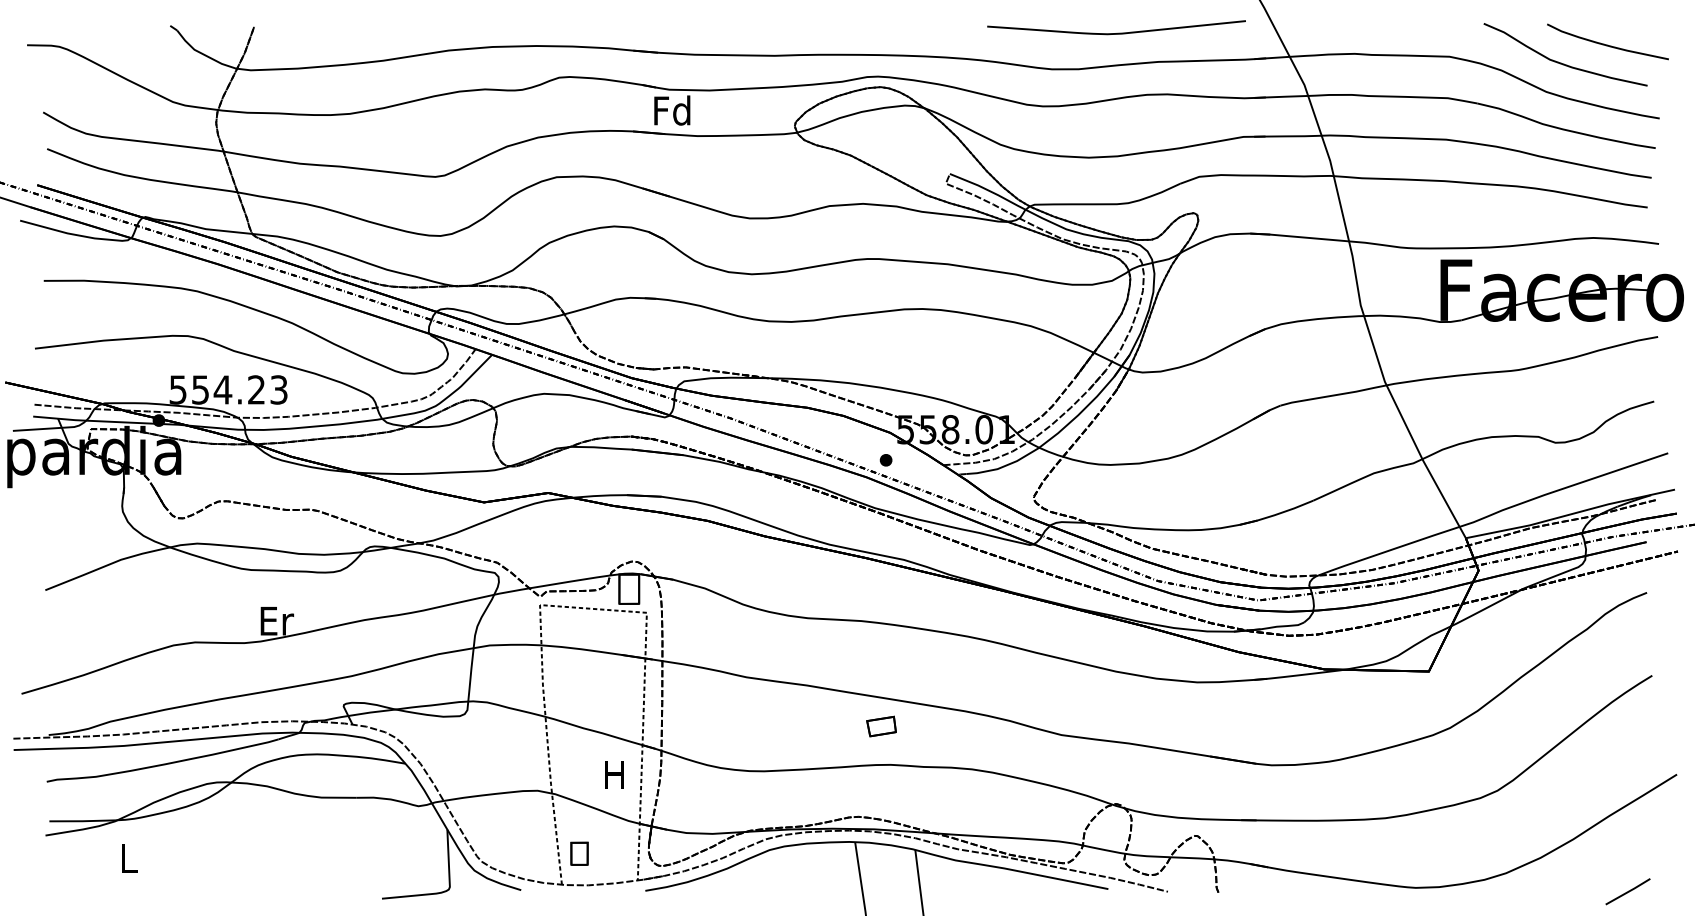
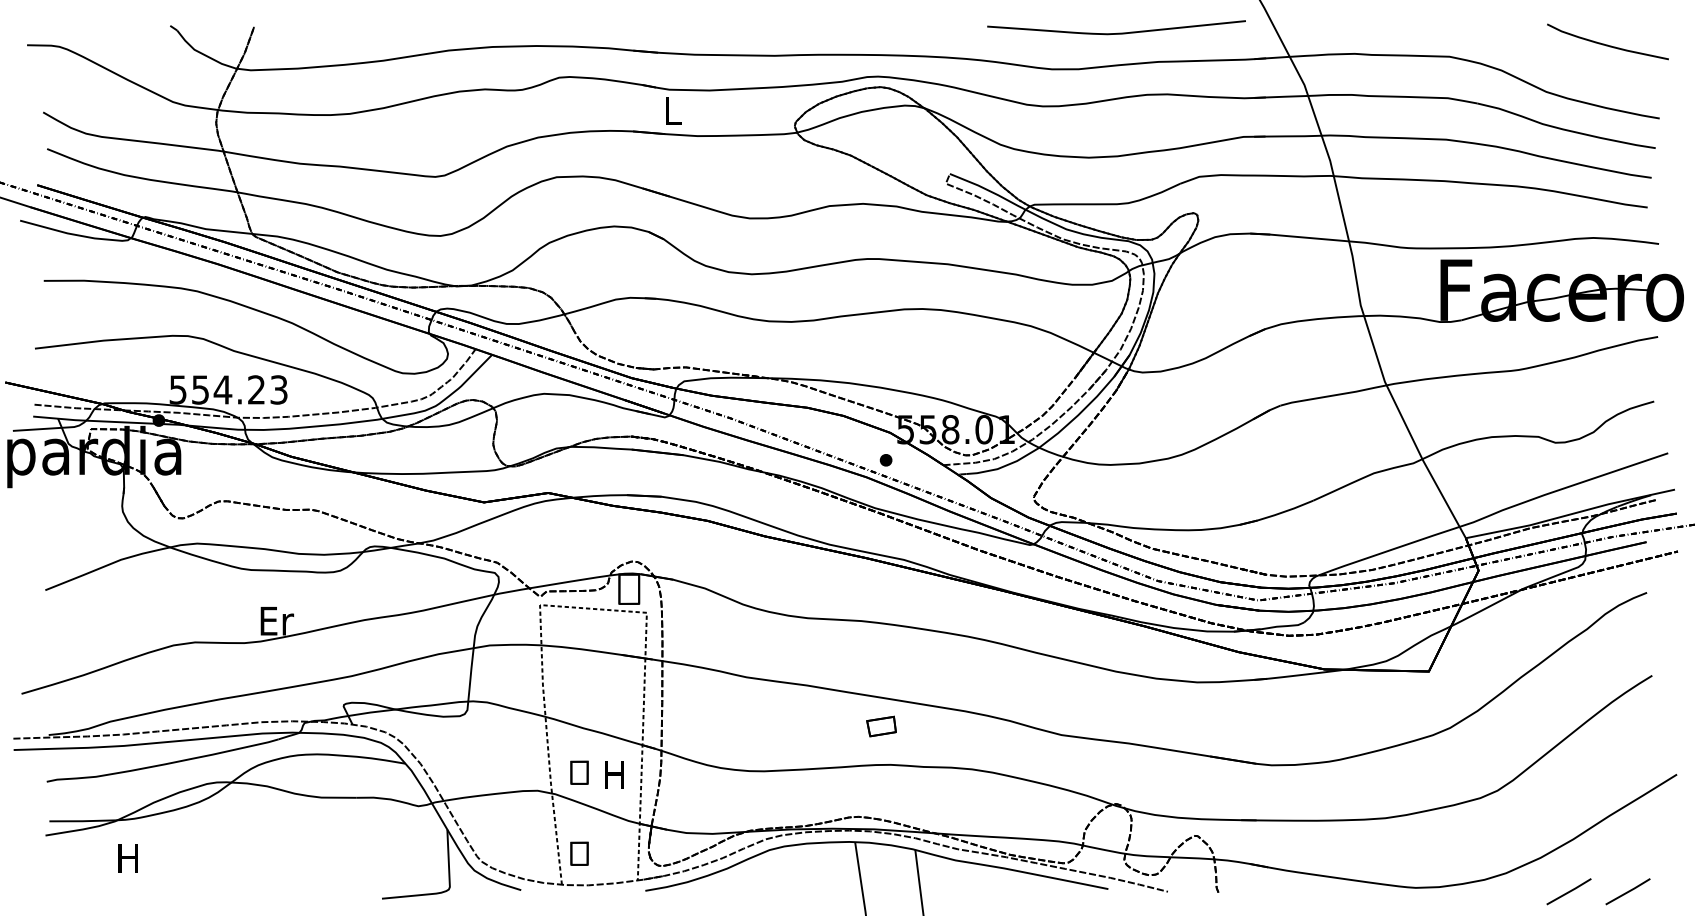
curve at (1561, 62): present -> none
text at (672, 110): Fd -> L
part at (579, 772): none -> present
text at (127, 858): L -> H
line at (1568, 891): none -> present
